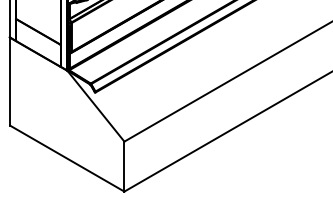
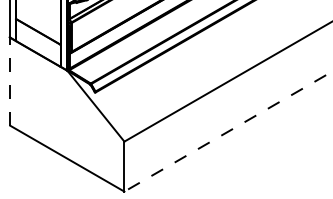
line at (10, 81): solid -> dashed
line at (228, 131): solid -> dashed
